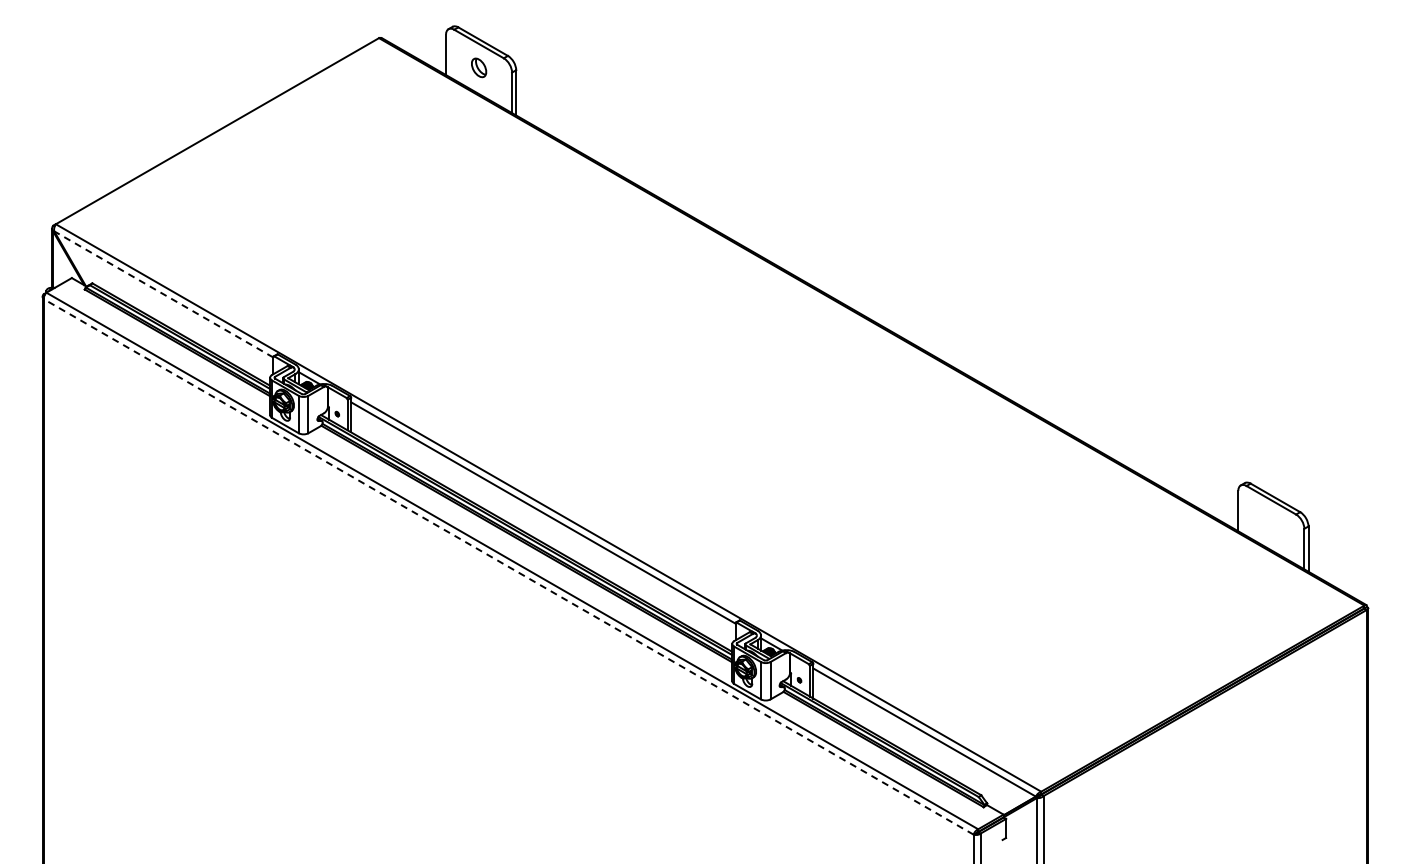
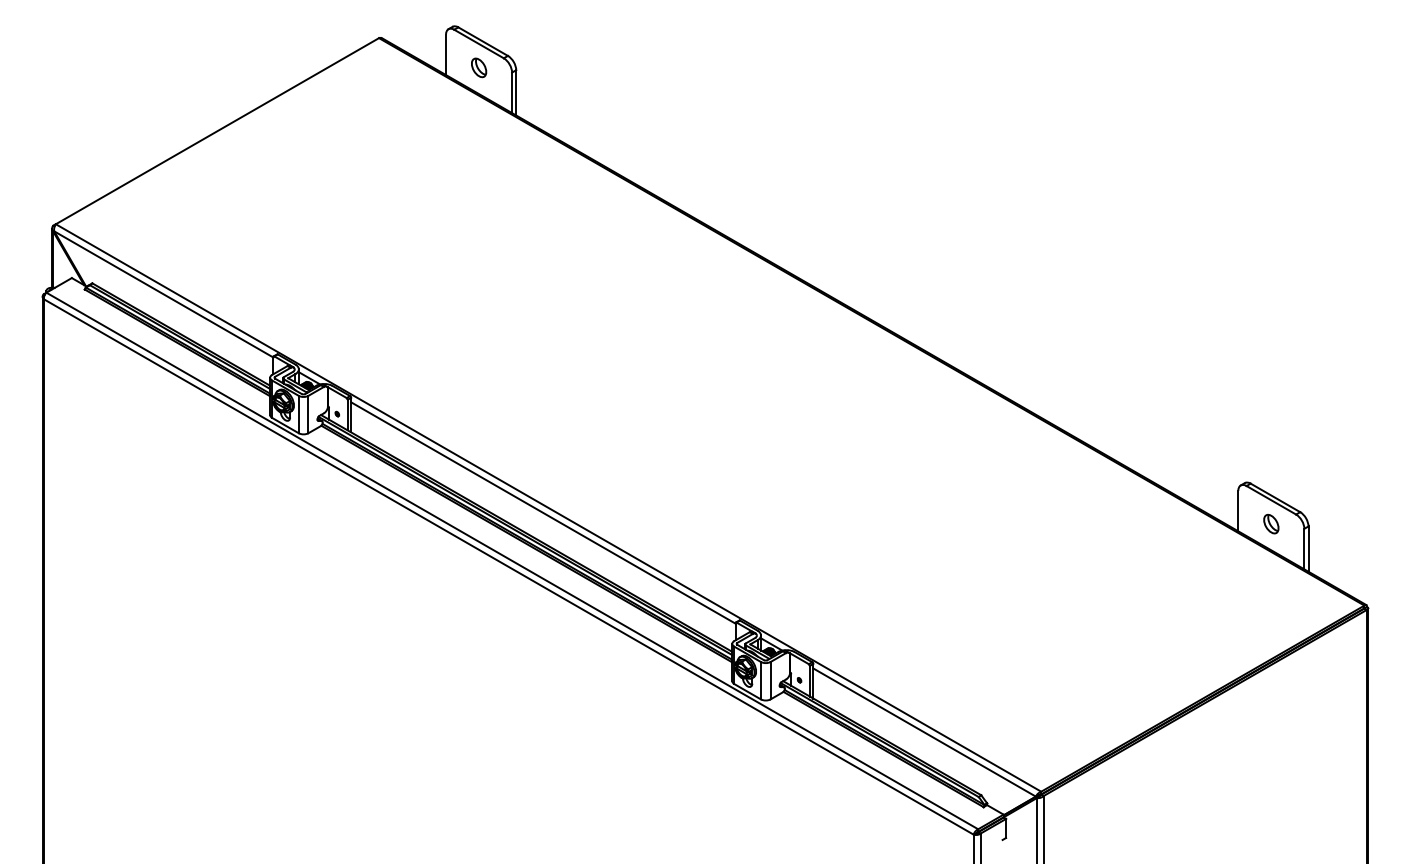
line at (163, 294): dashed -> solid
part at (1271, 524): none -> present
line at (508, 566): dashed -> solid
